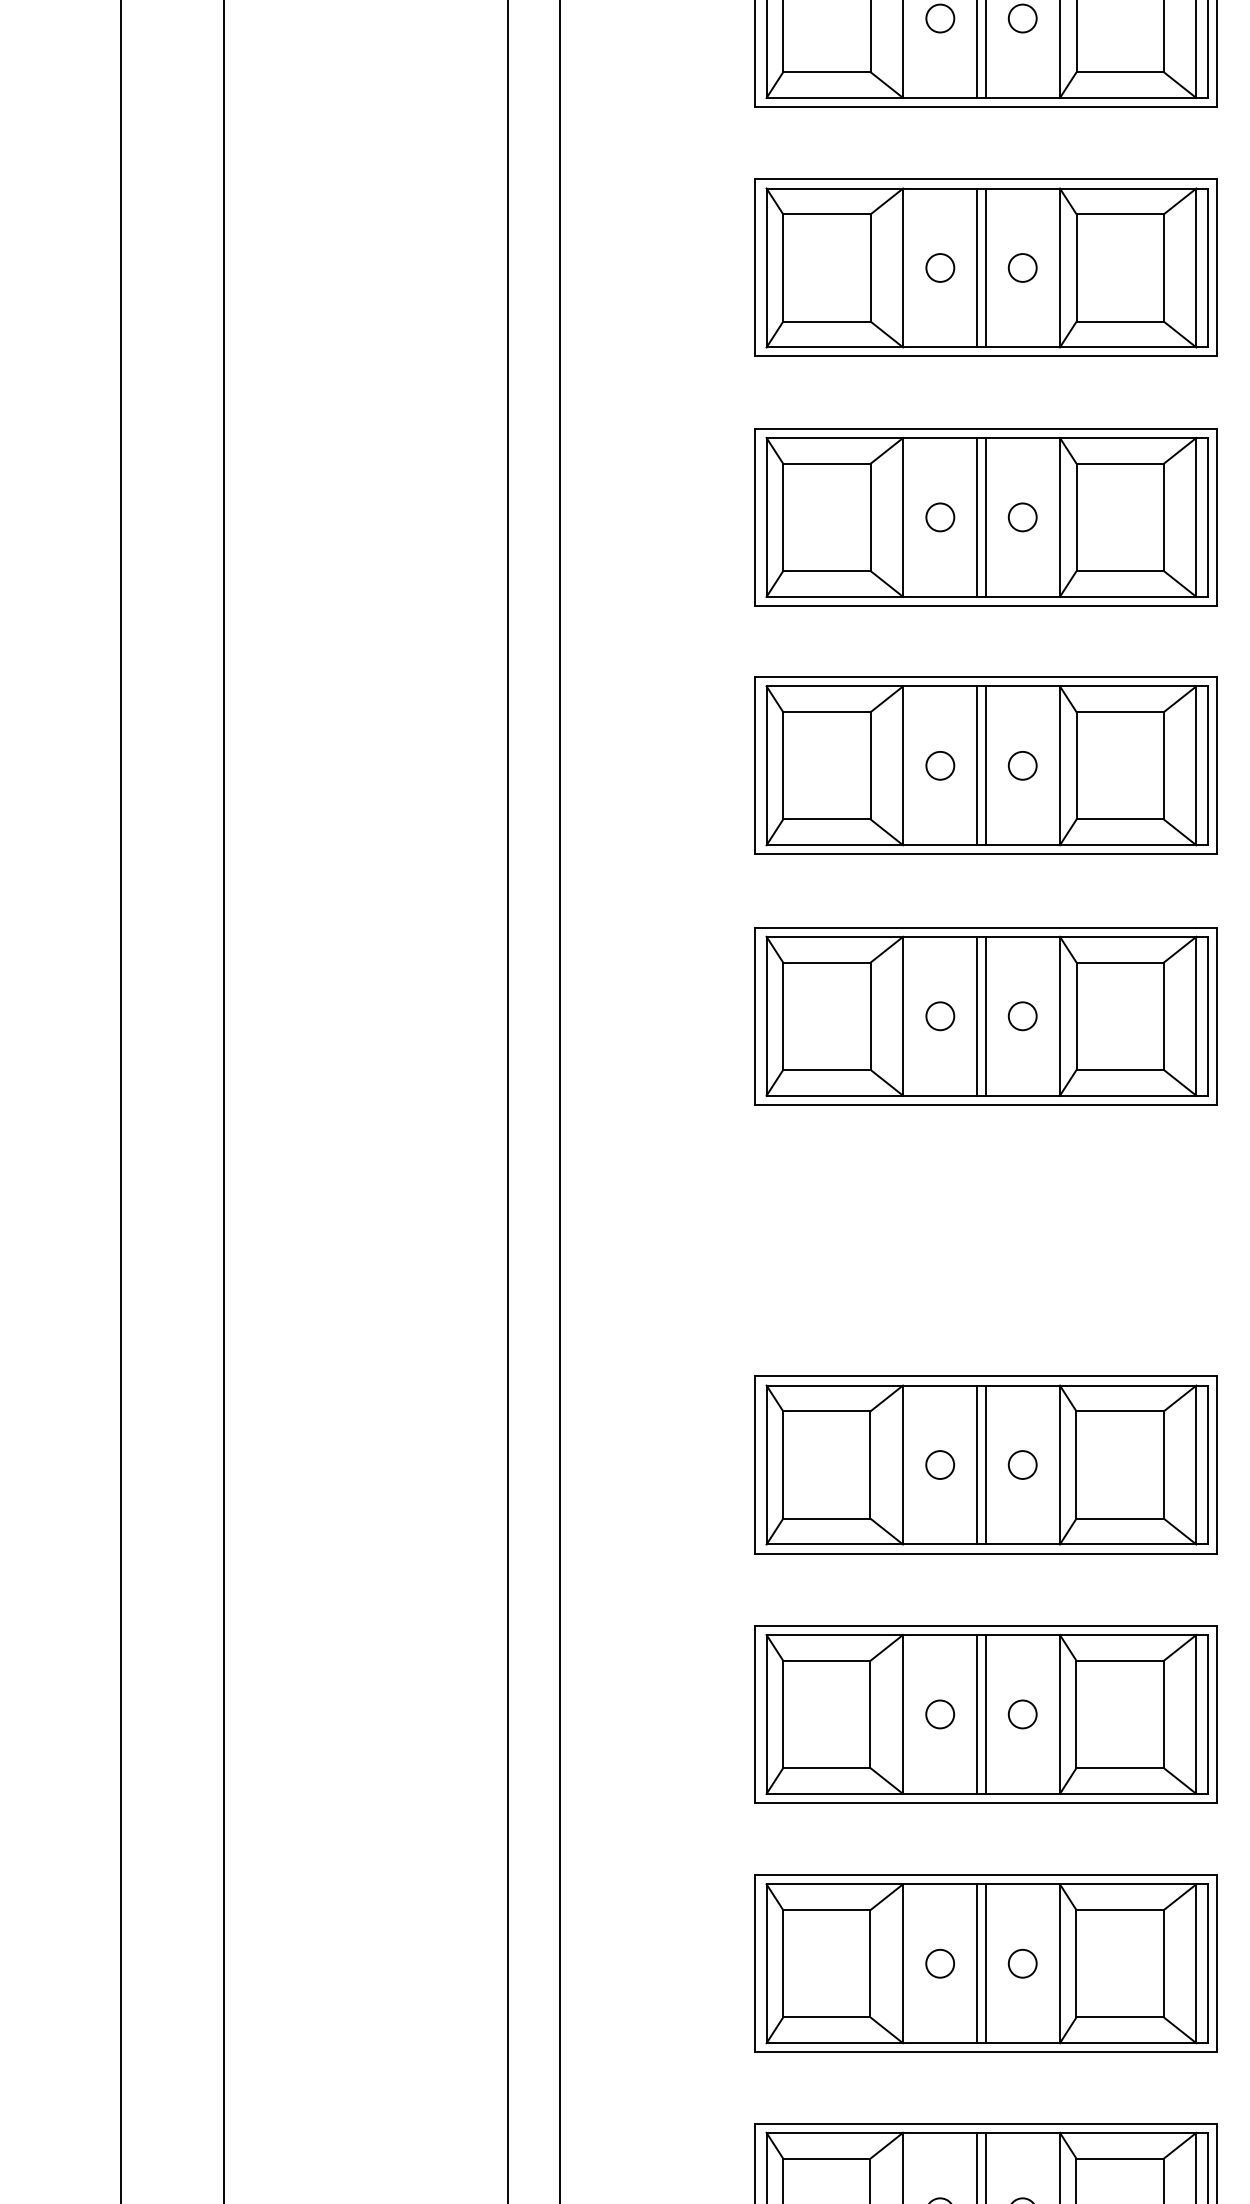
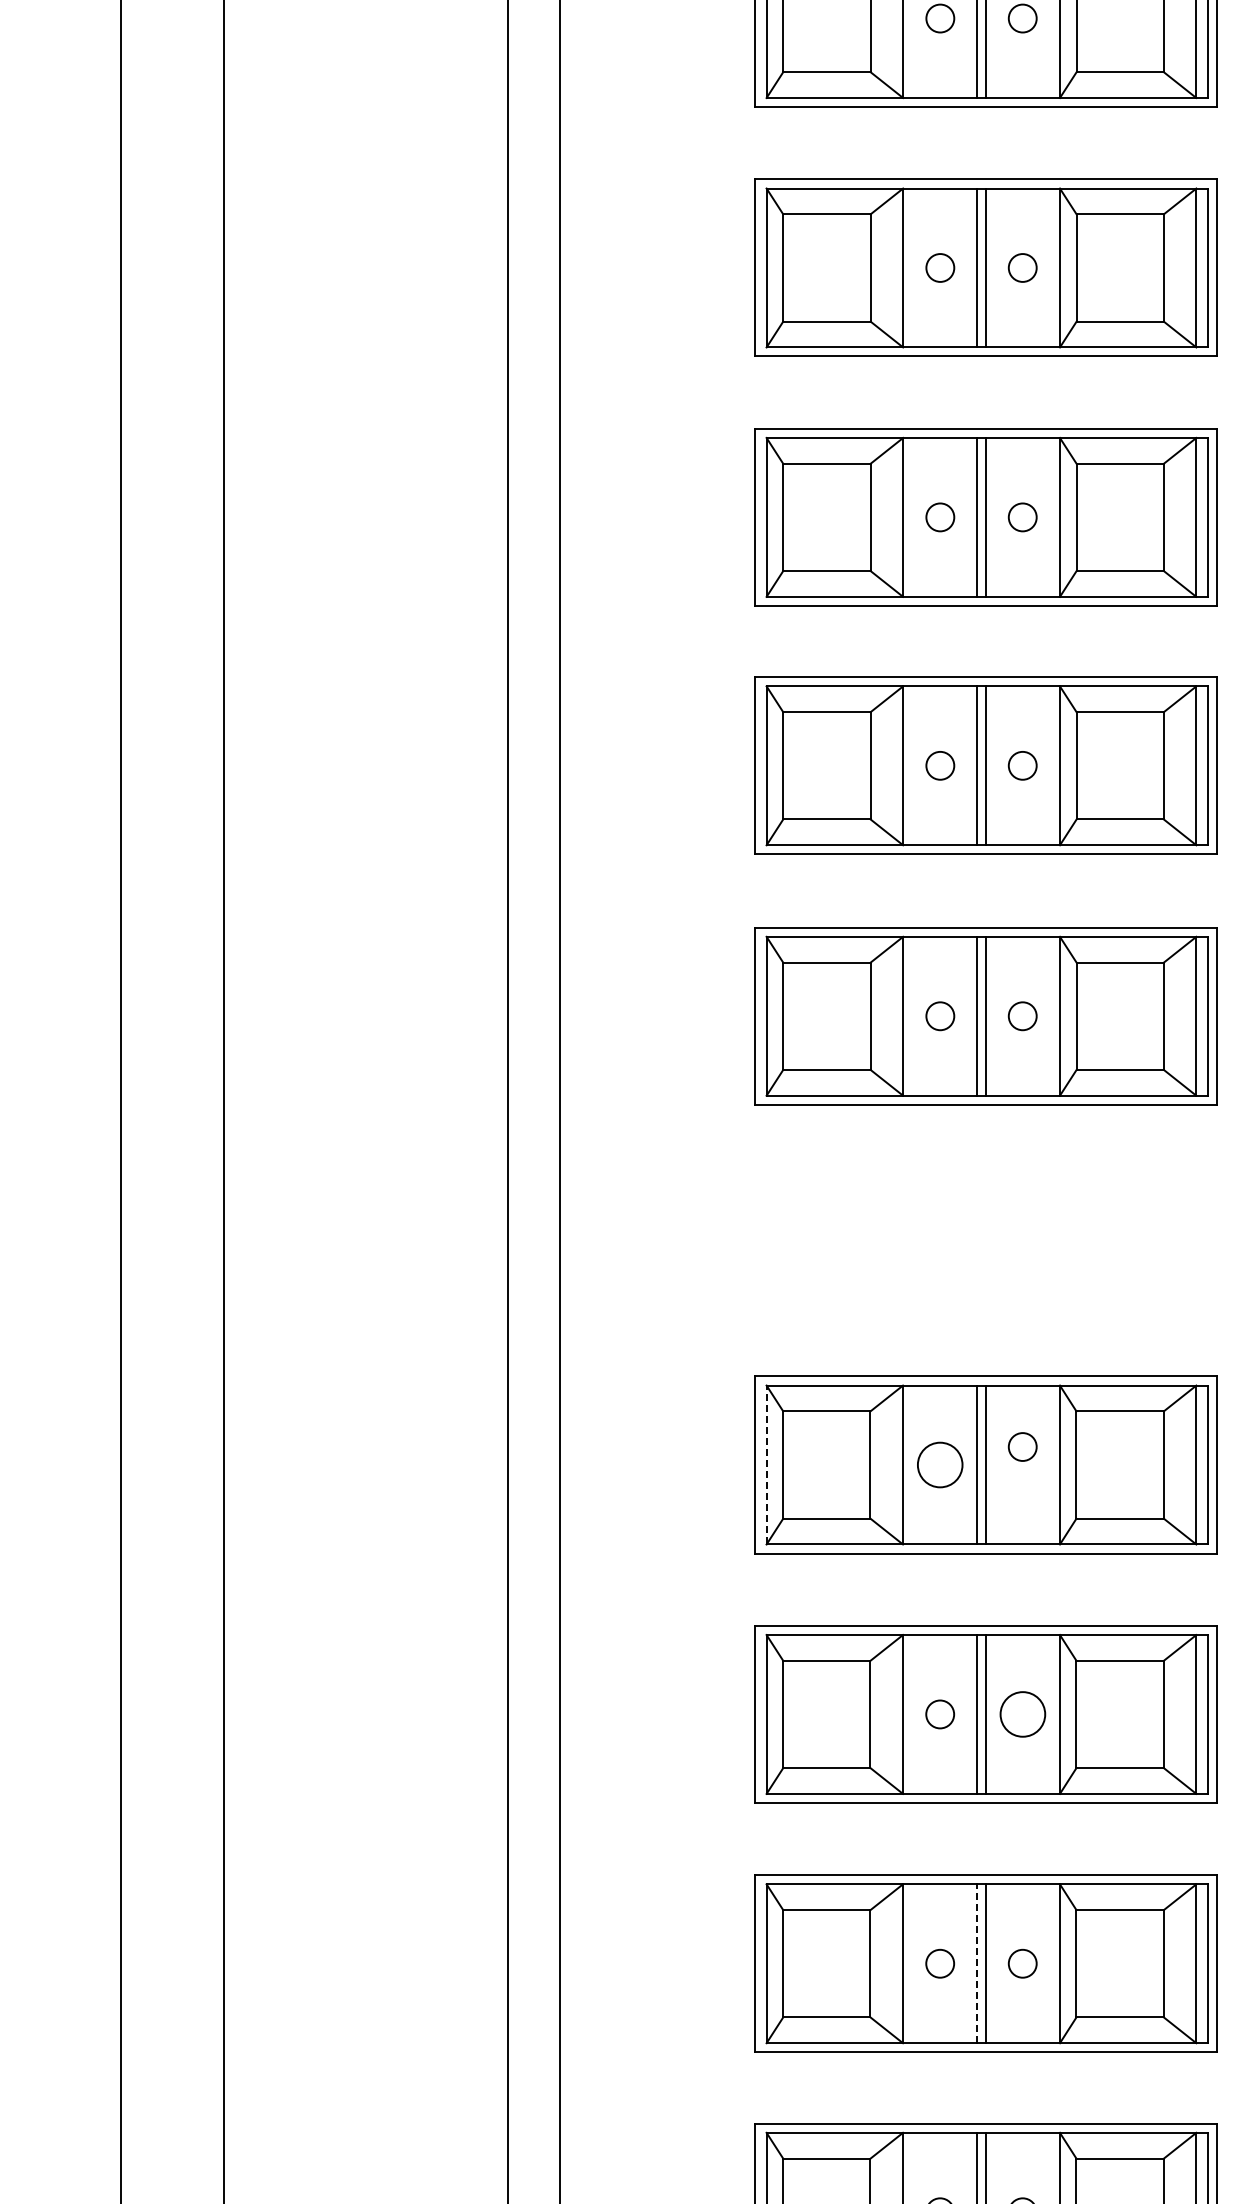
line at (766, 1464): solid -> dashed
circle at (940, 1464) diameter: 28 px -> 45 px
circle at (1022, 1464) position: (1022, 1464) -> (1022, 1446)
circle at (1022, 1714) size: 31x31 px -> 48x47 px
line at (976, 1963): solid -> dashed
